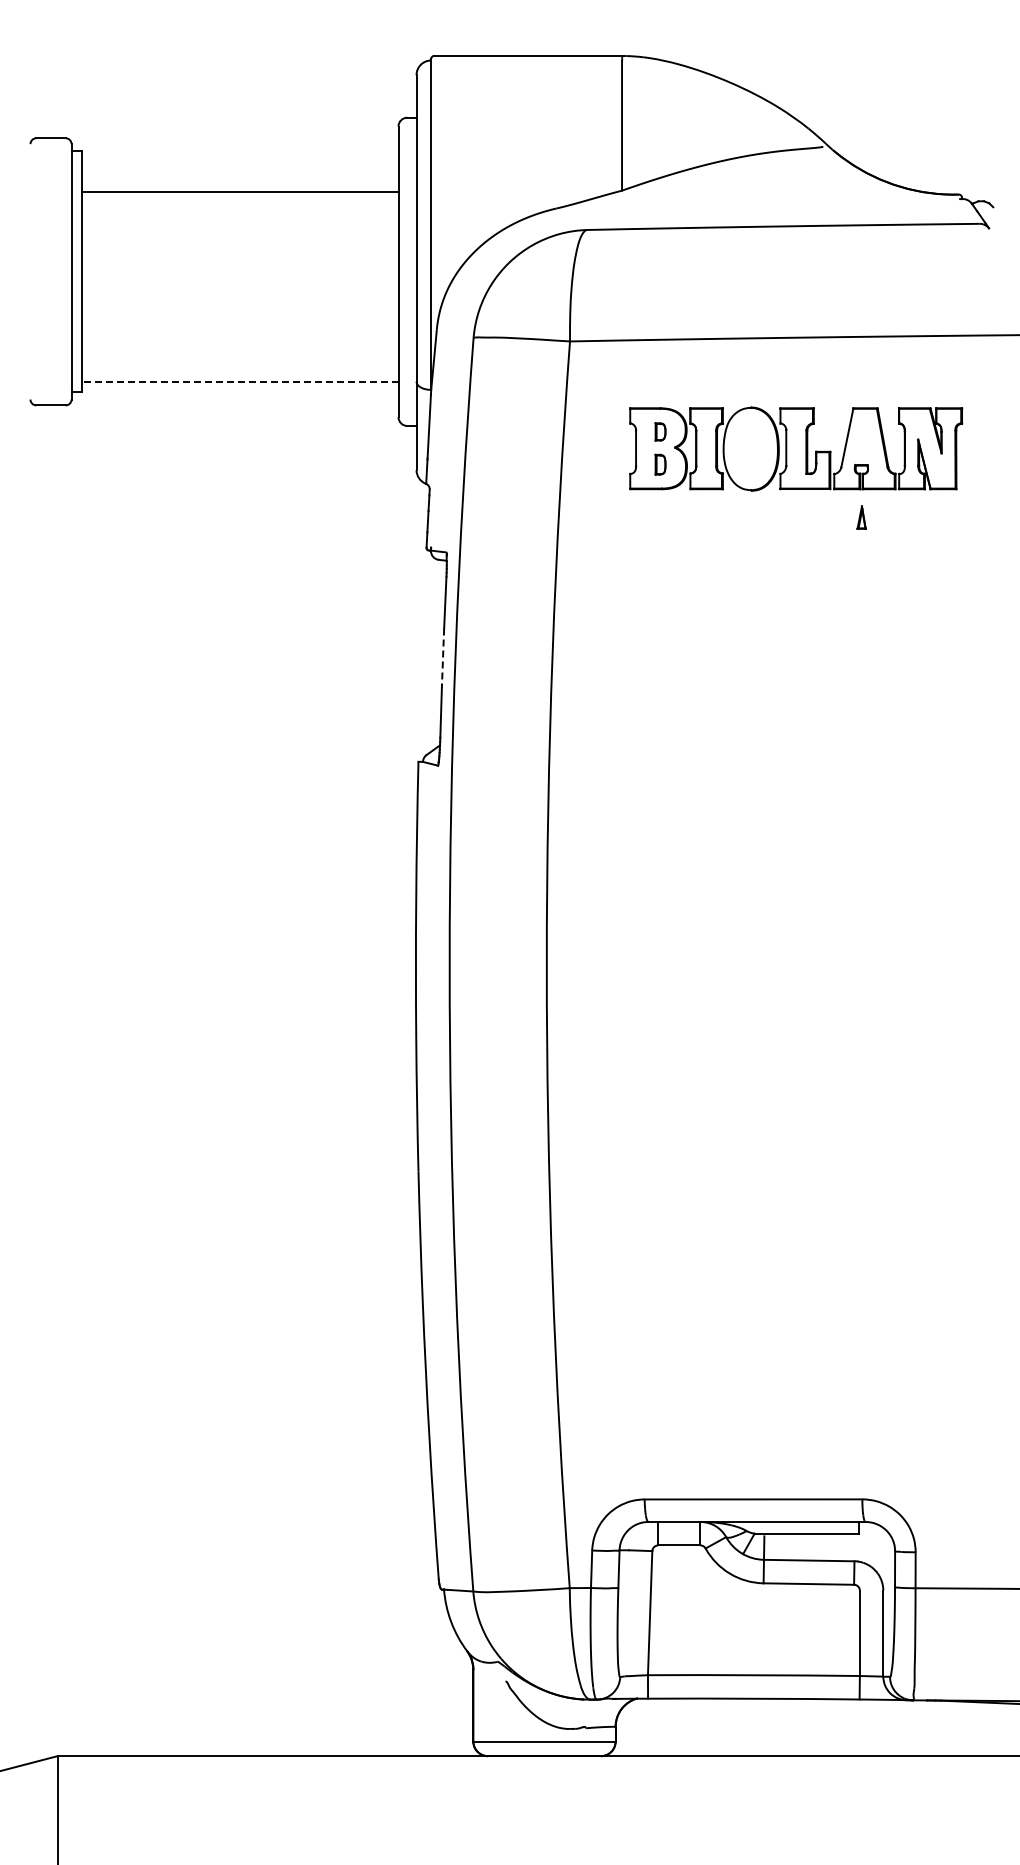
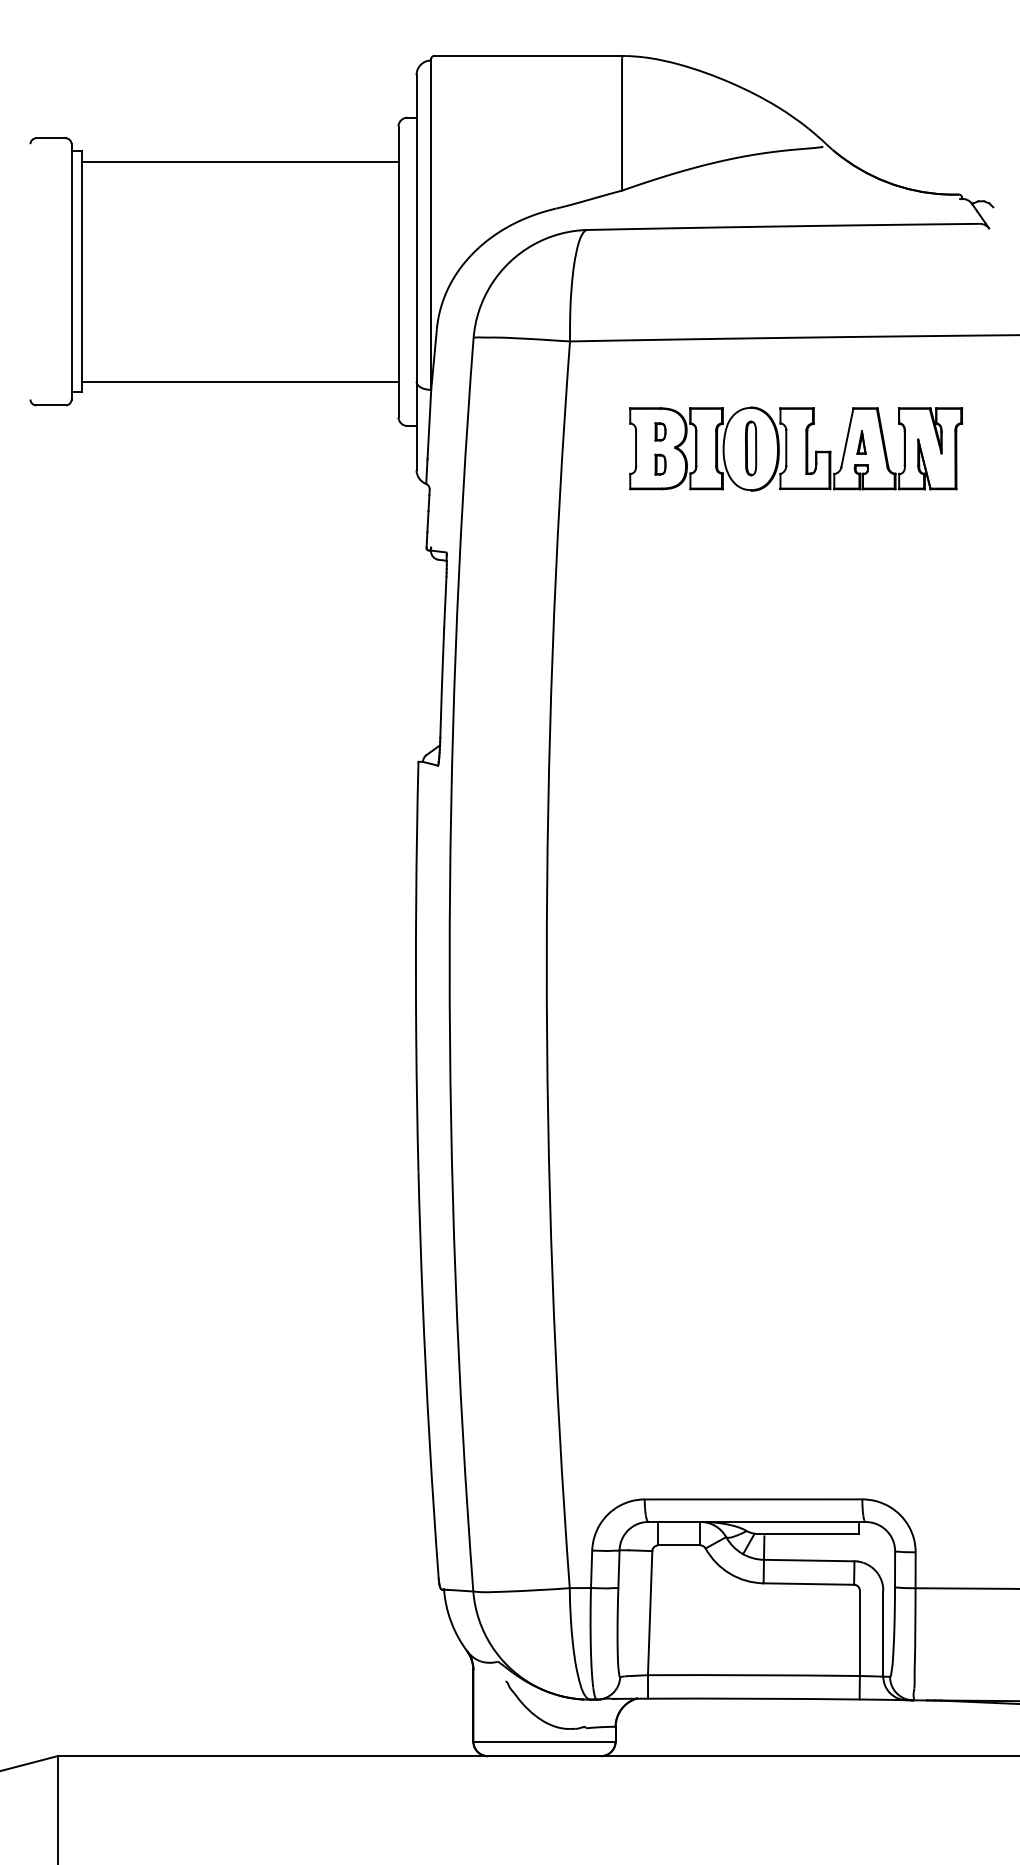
line at (239, 191) position: (239, 191) -> (239, 161)
line at (239, 381): dashed -> solid
part at (751, 448): none -> present
part at (861, 517) position: (861, 517) -> (861, 442)
line at (443, 657): dashed -> solid
